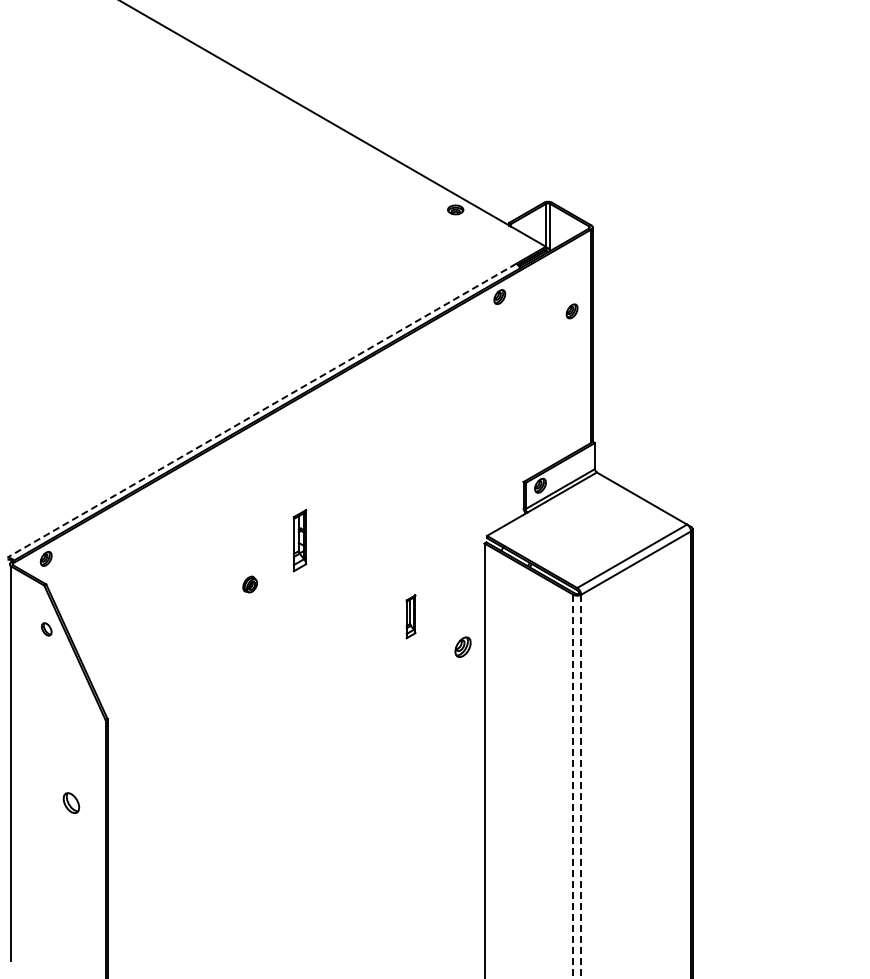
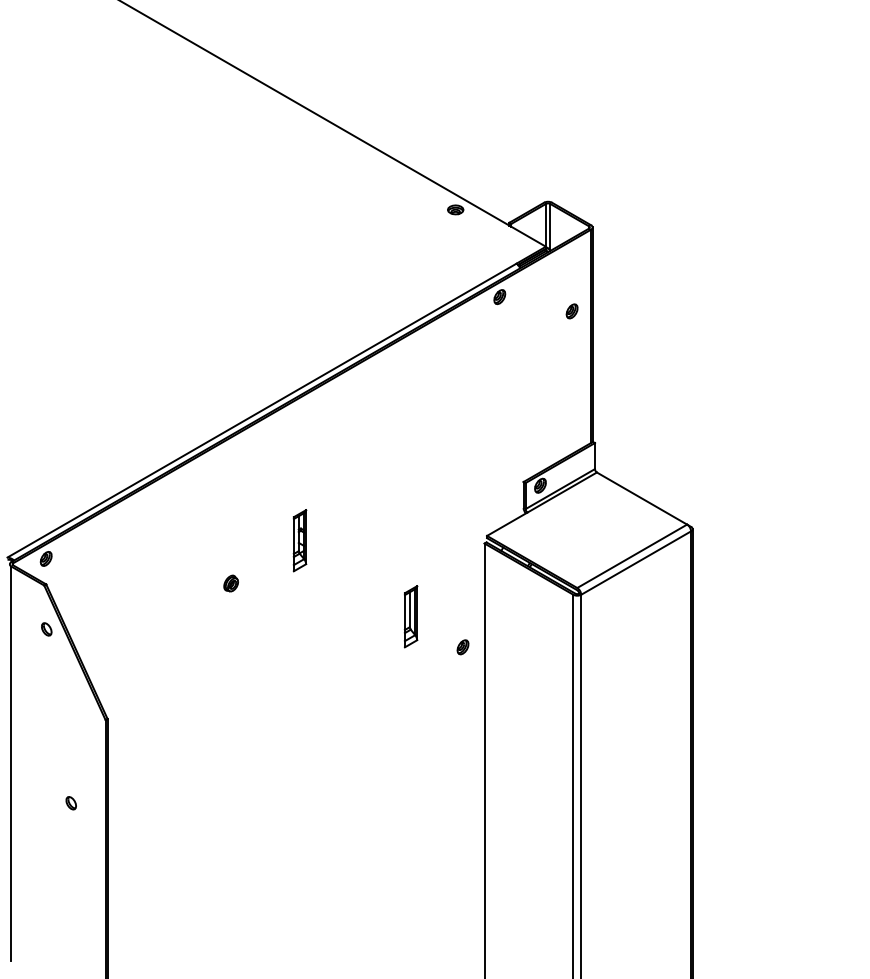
line at (262, 410): dashed -> solid
part at (249, 584) position: (249, 584) -> (230, 583)
part at (410, 616) size: 12x46 px -> 16x64 px
part at (462, 646) size: 18x22 px -> 14x17 px
line at (573, 786): dashed -> solid
line at (581, 786): dashed -> solid
part at (71, 803) size: 19x23 px -> 12x15 px
